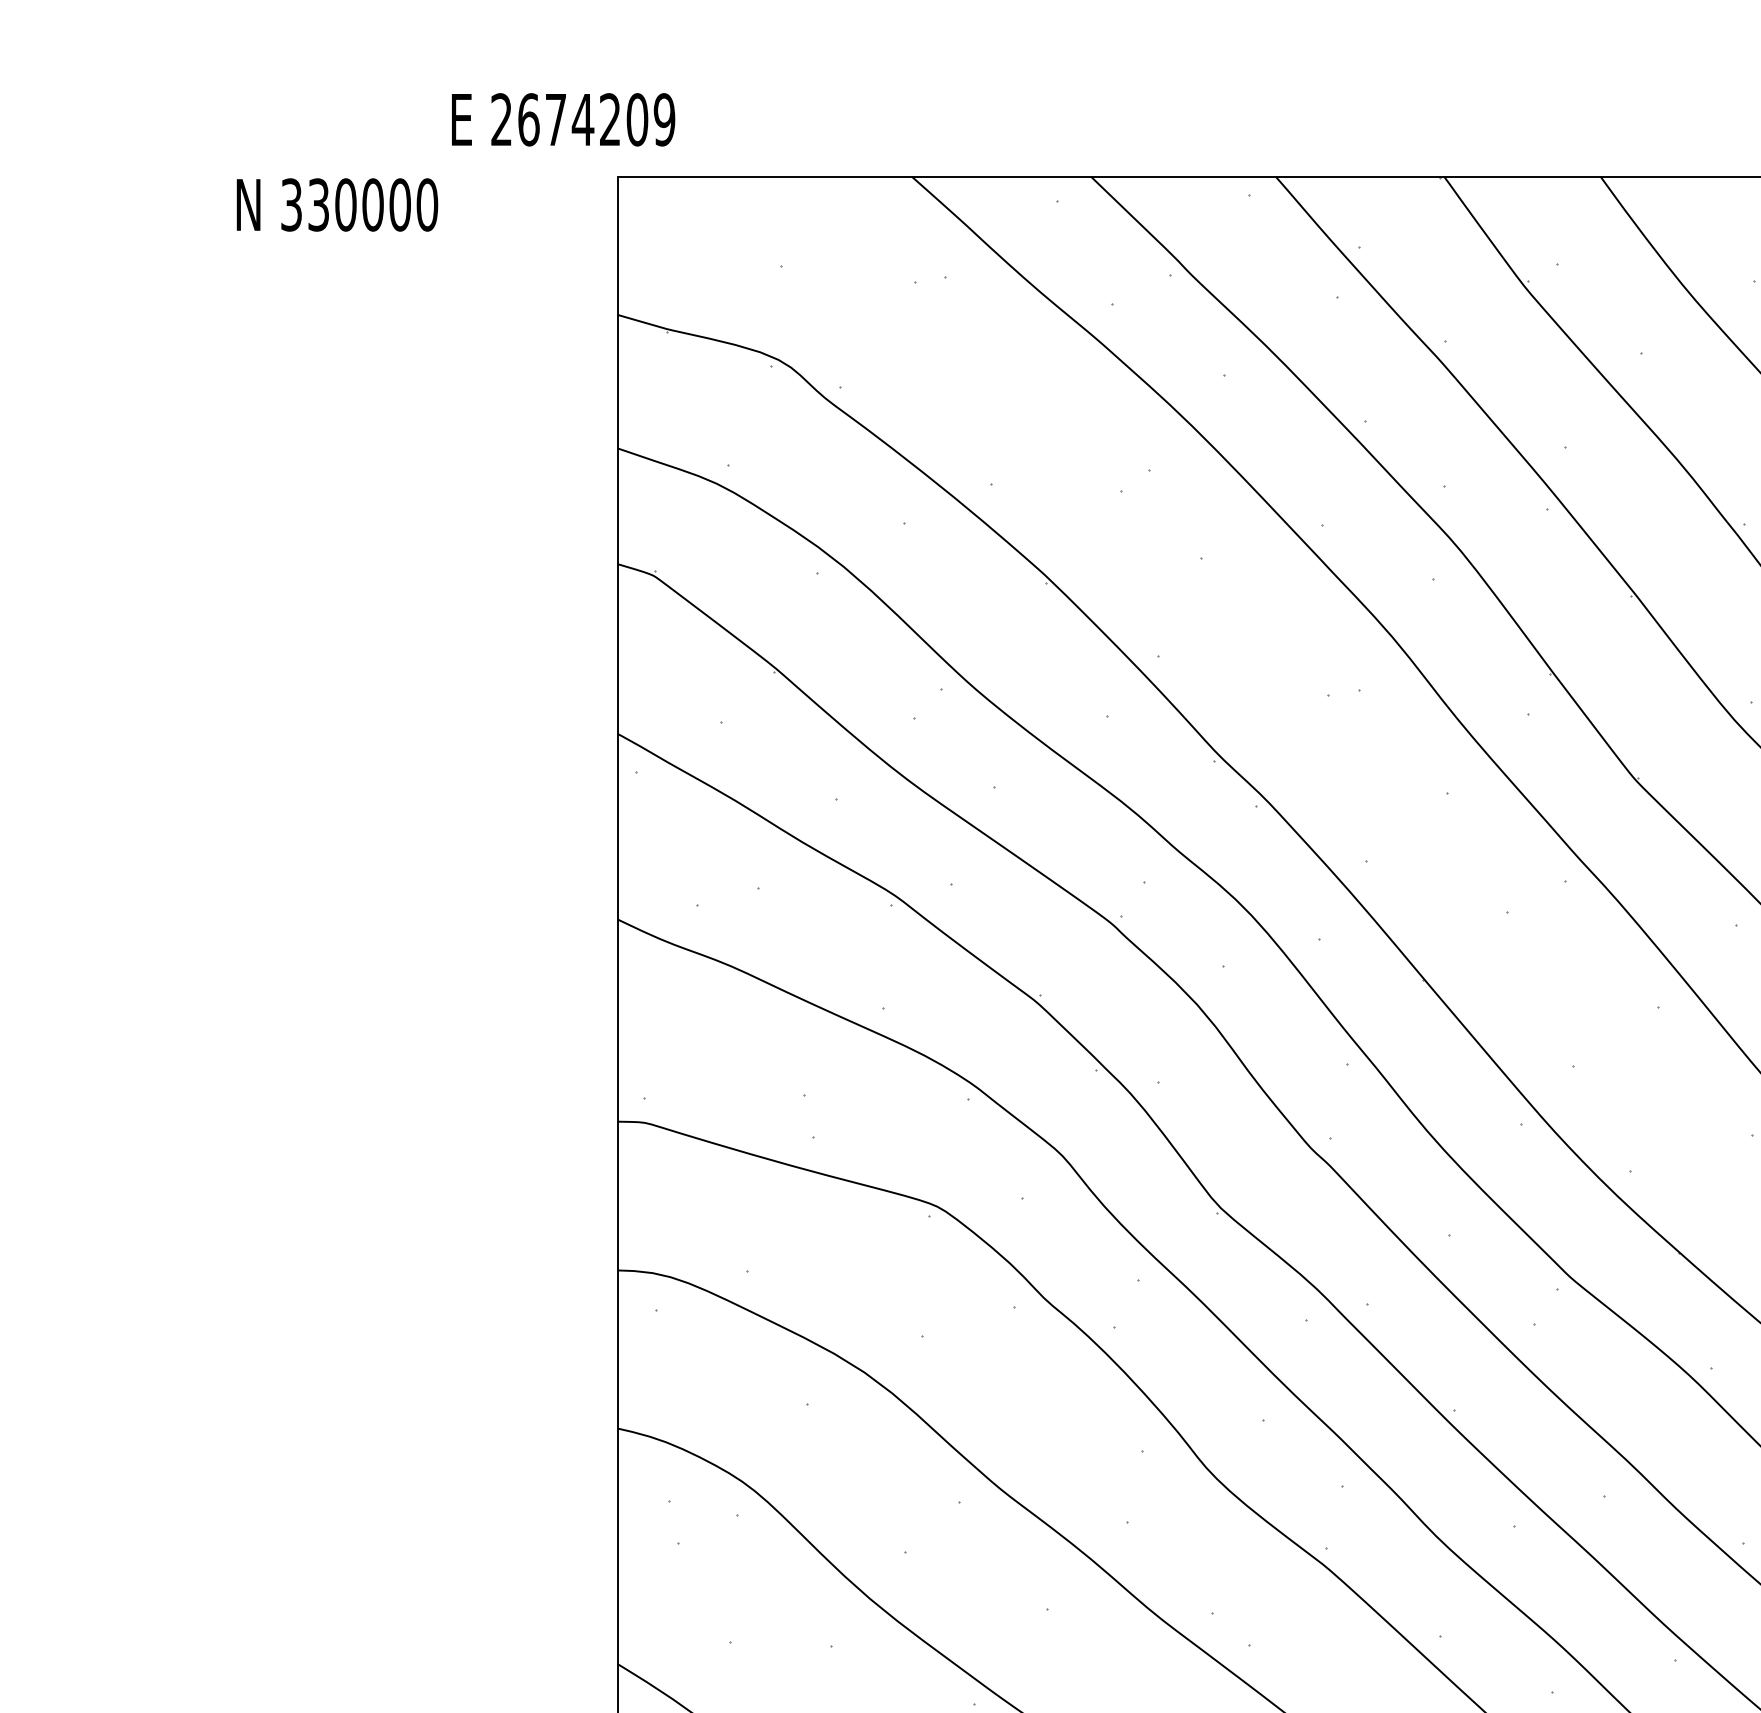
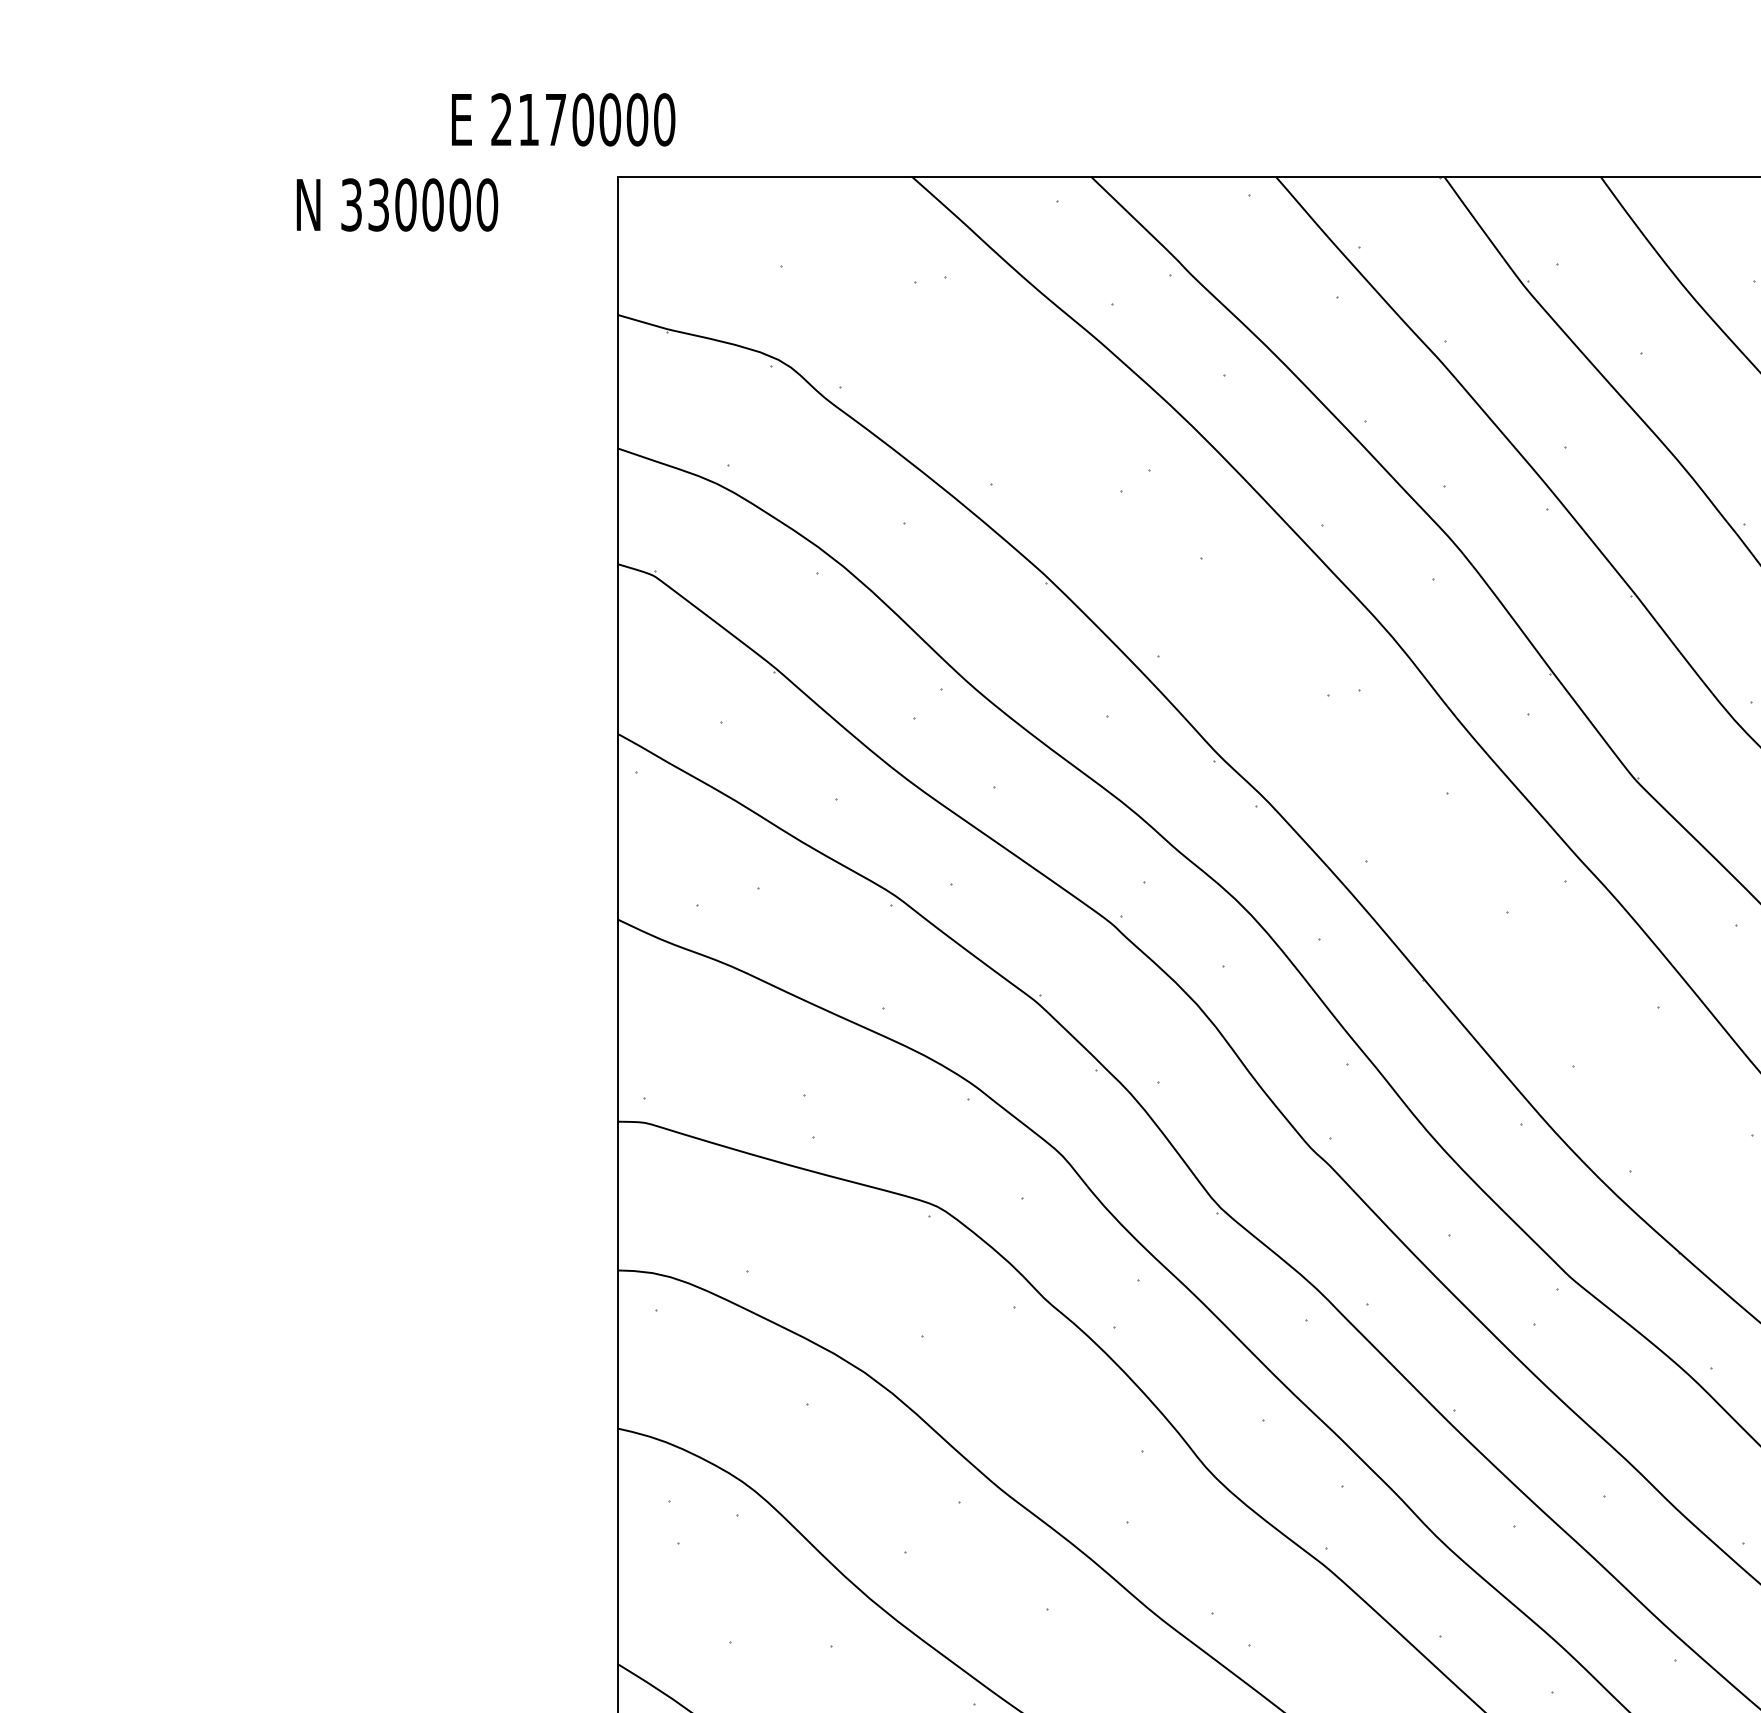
text at (596, 119): 2674209 -> 2170000
text at (337, 204) position: (337, 204) -> (397, 204)
